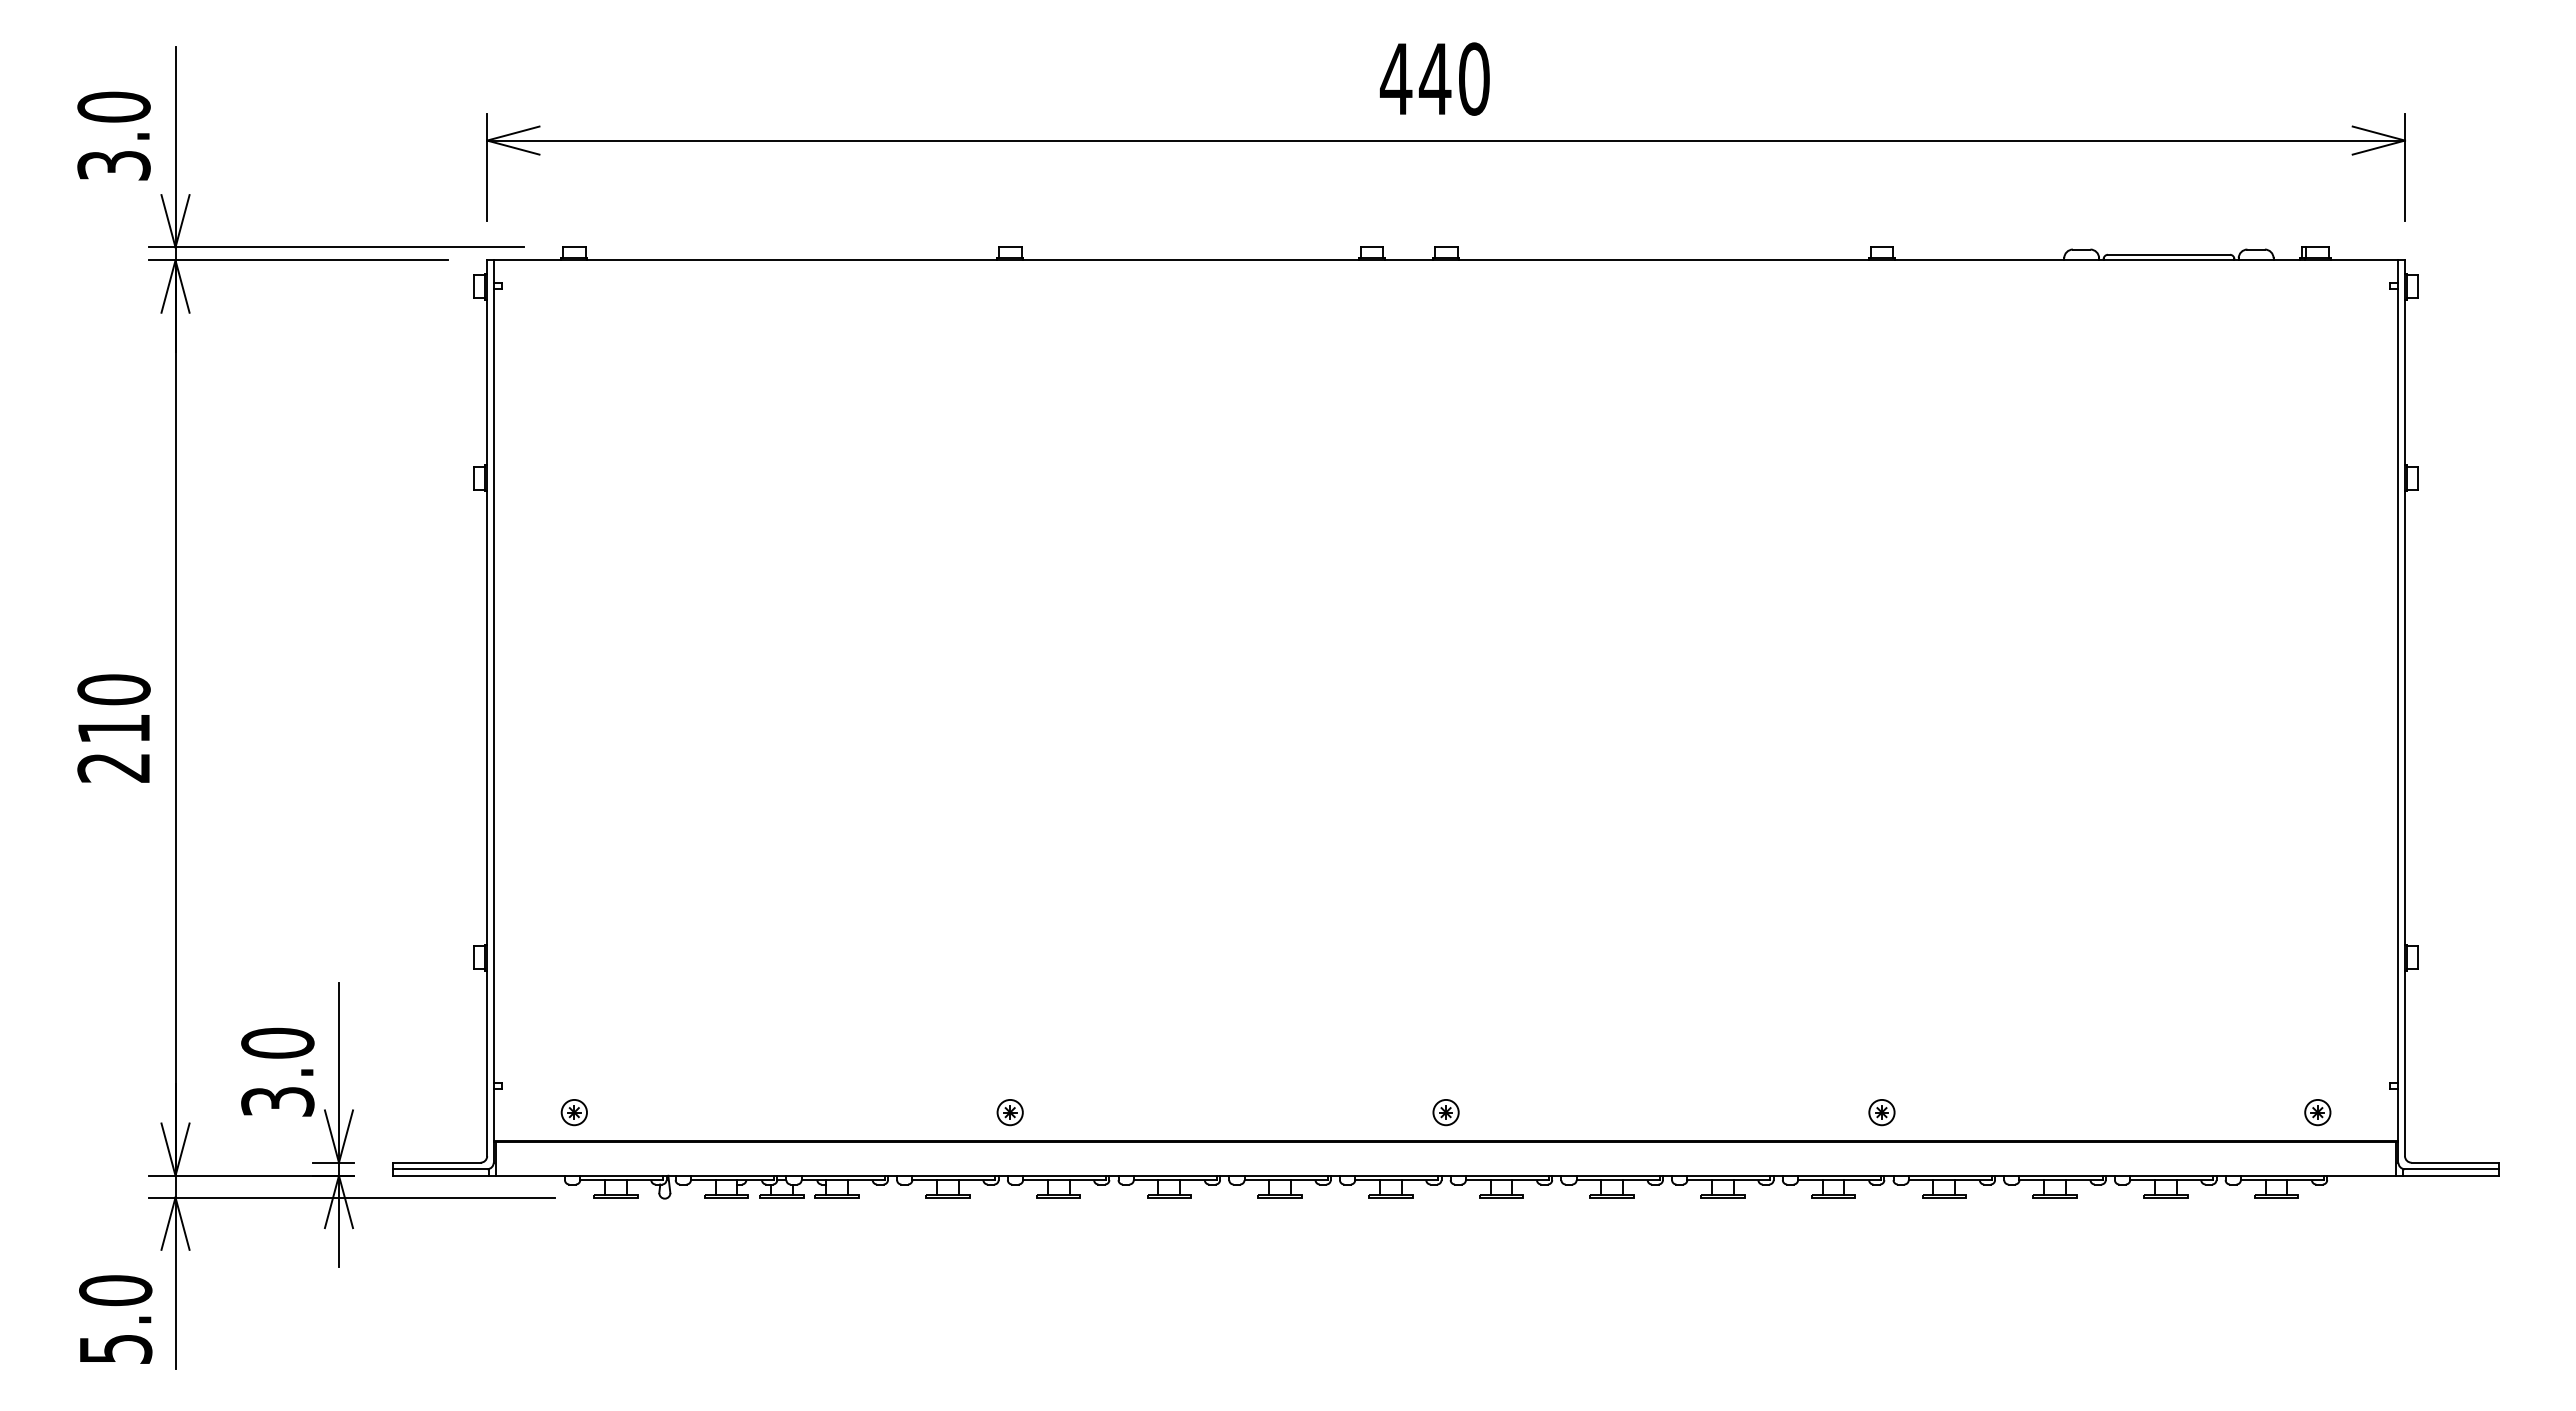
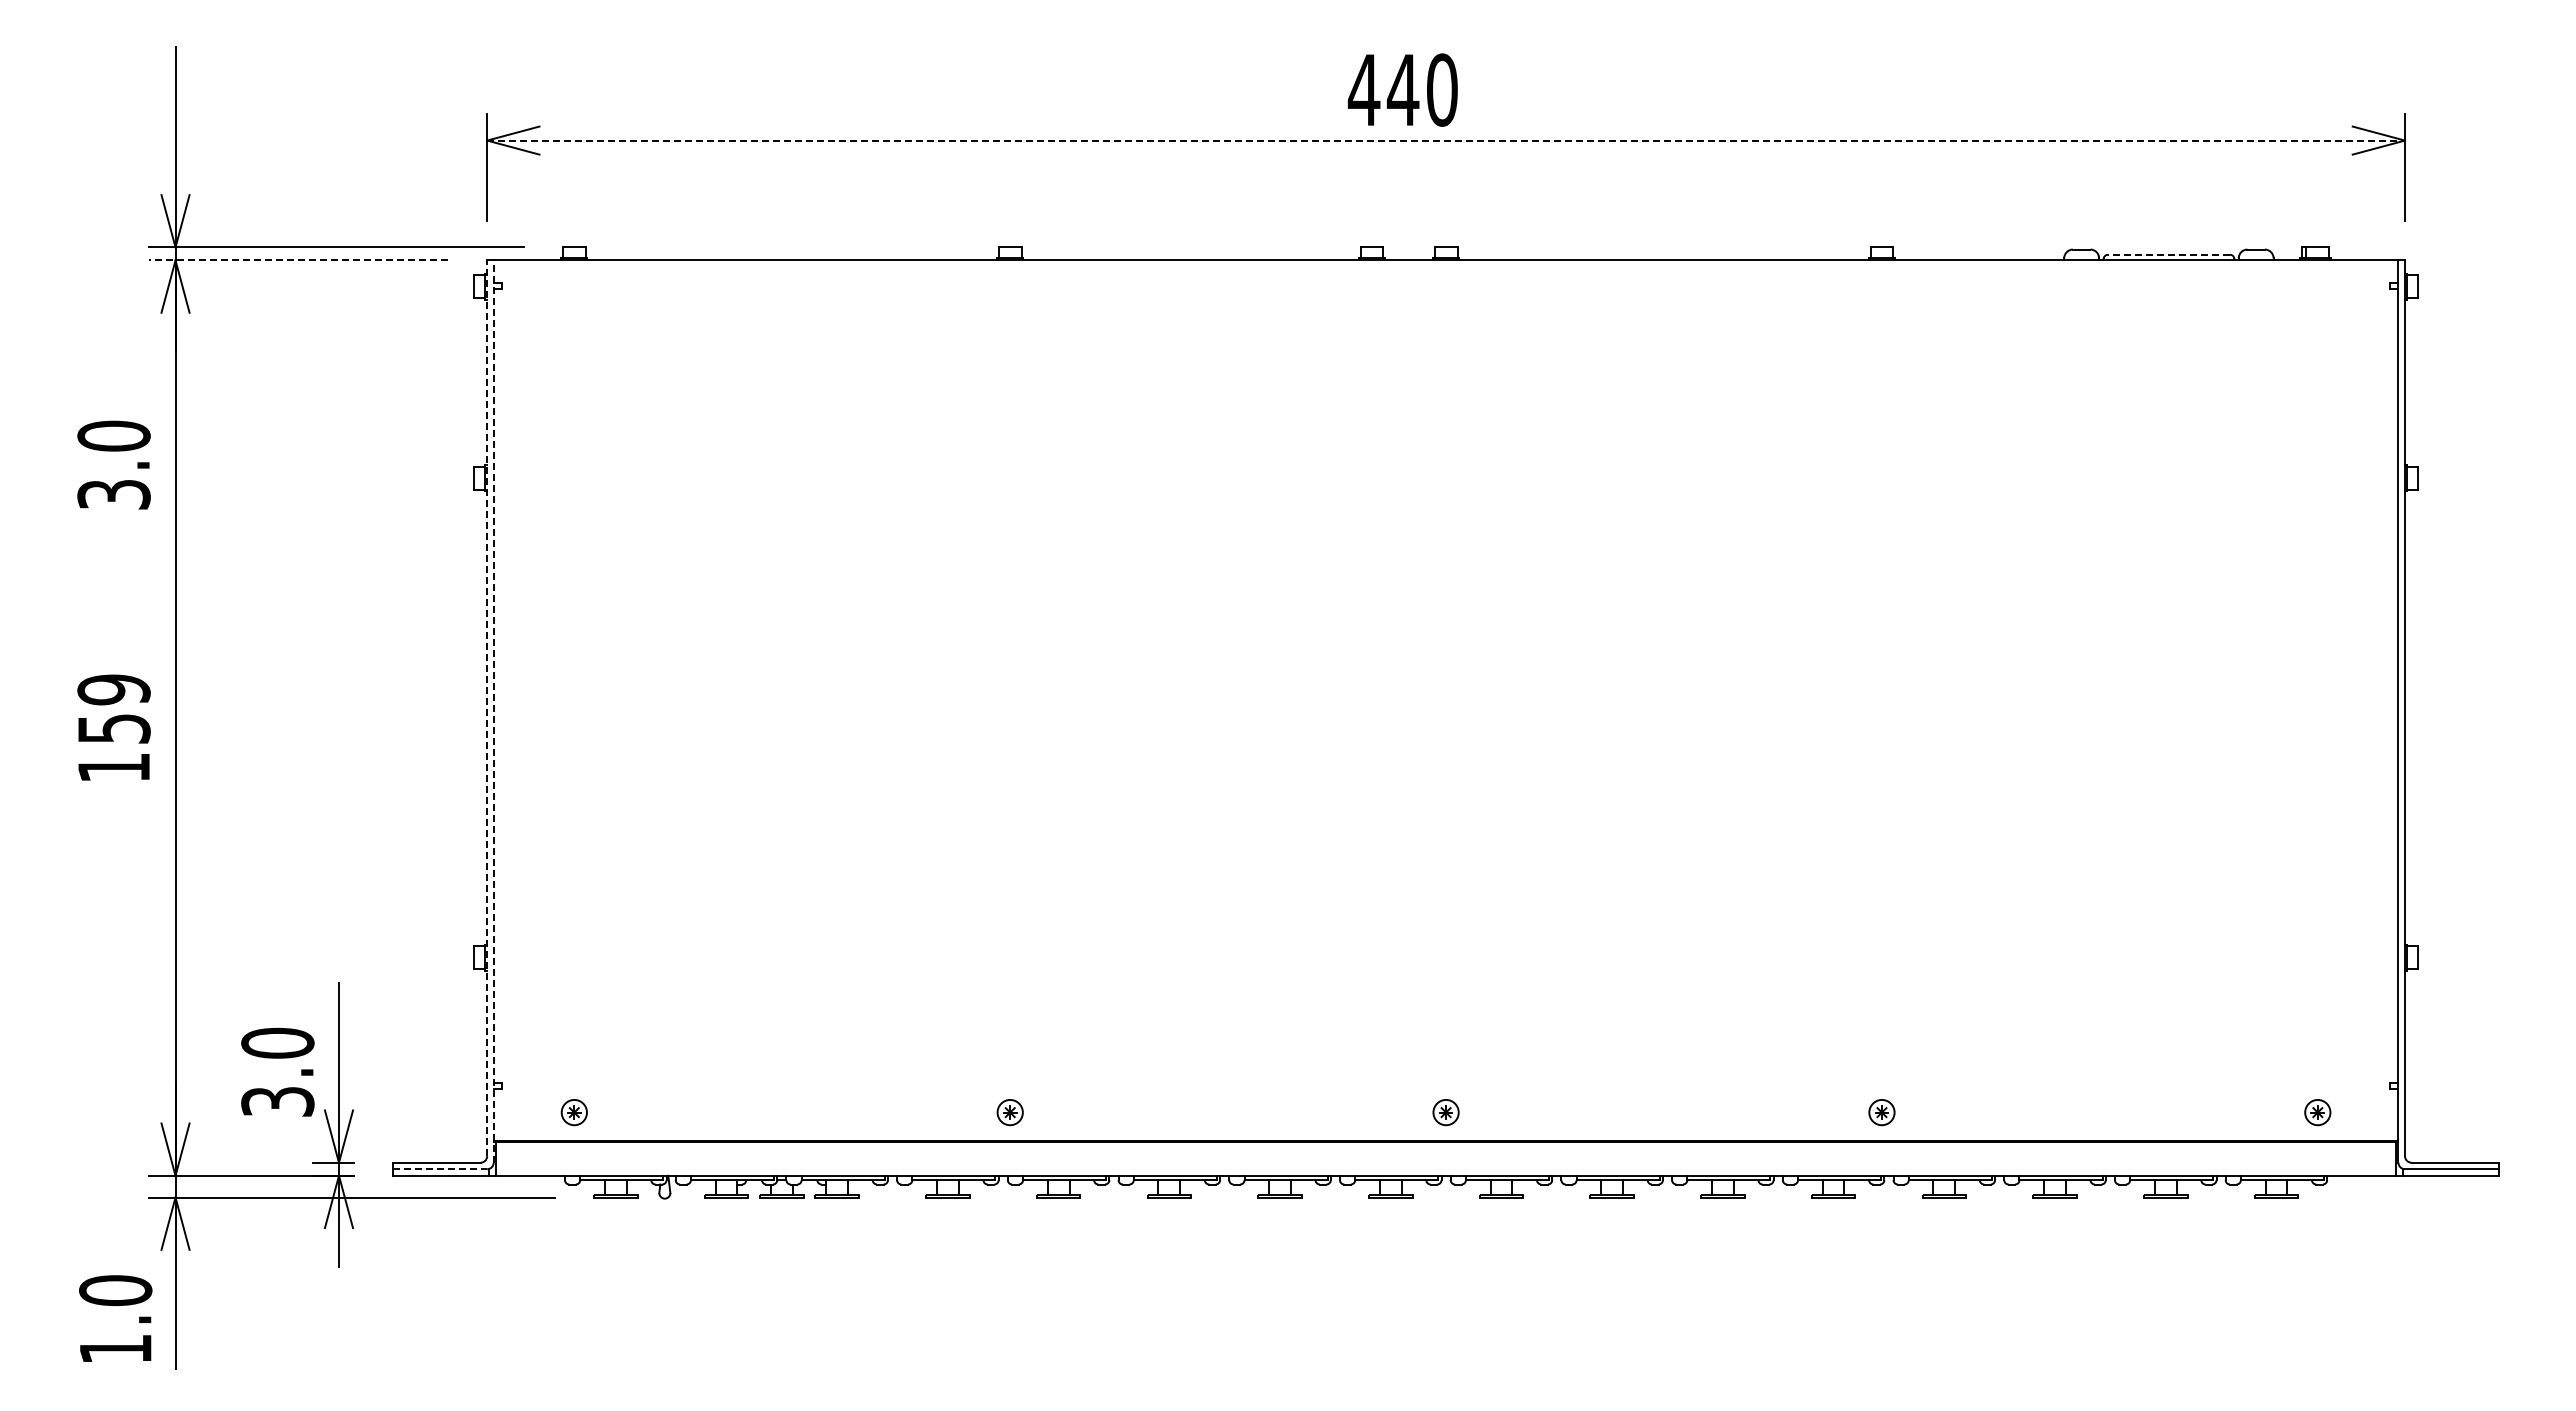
text at (1434, 78) position: (1434, 78) -> (1402, 89)
text at (113, 135) position: (113, 135) -> (113, 464)
line at (1446, 140): solid -> dashed
line at (2168, 254): solid -> dashed
line at (298, 260): solid -> dashed
line at (487, 708): solid -> dashed
line at (493, 711): solid -> dashed
text at (113, 728): 210 -> 159
line at (440, 1169): solid -> dashed
text at (116, 1349): 5.0 -> 1.0
